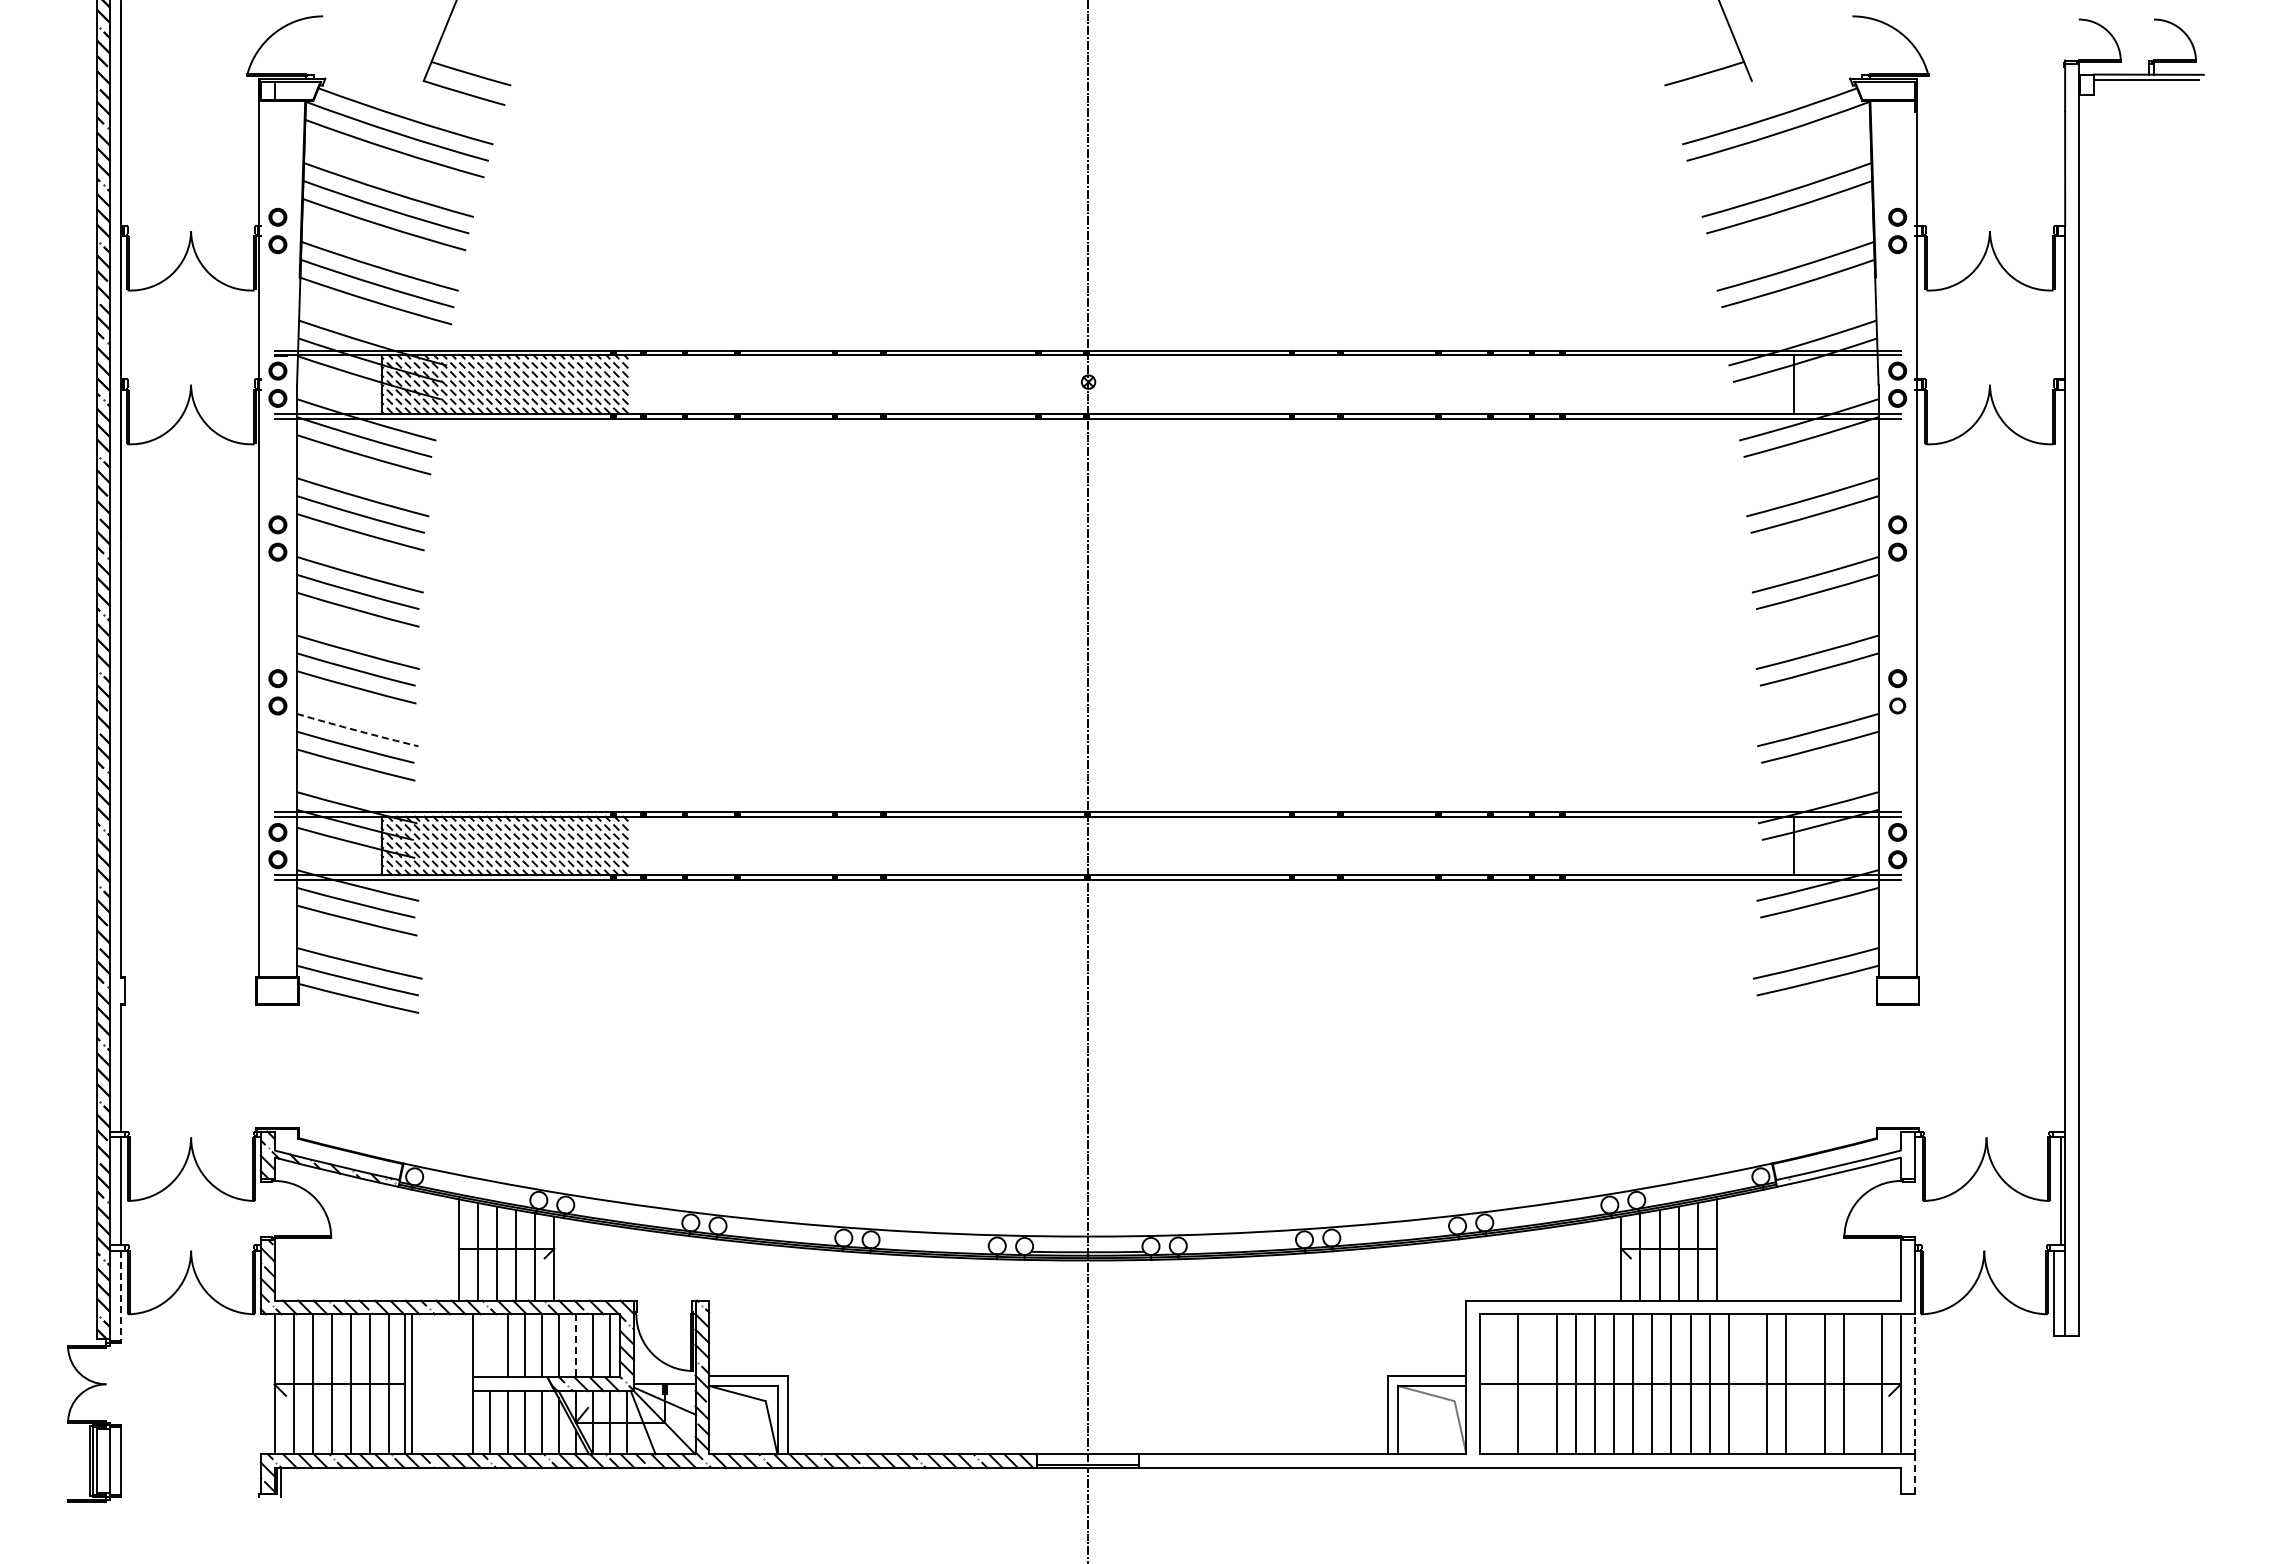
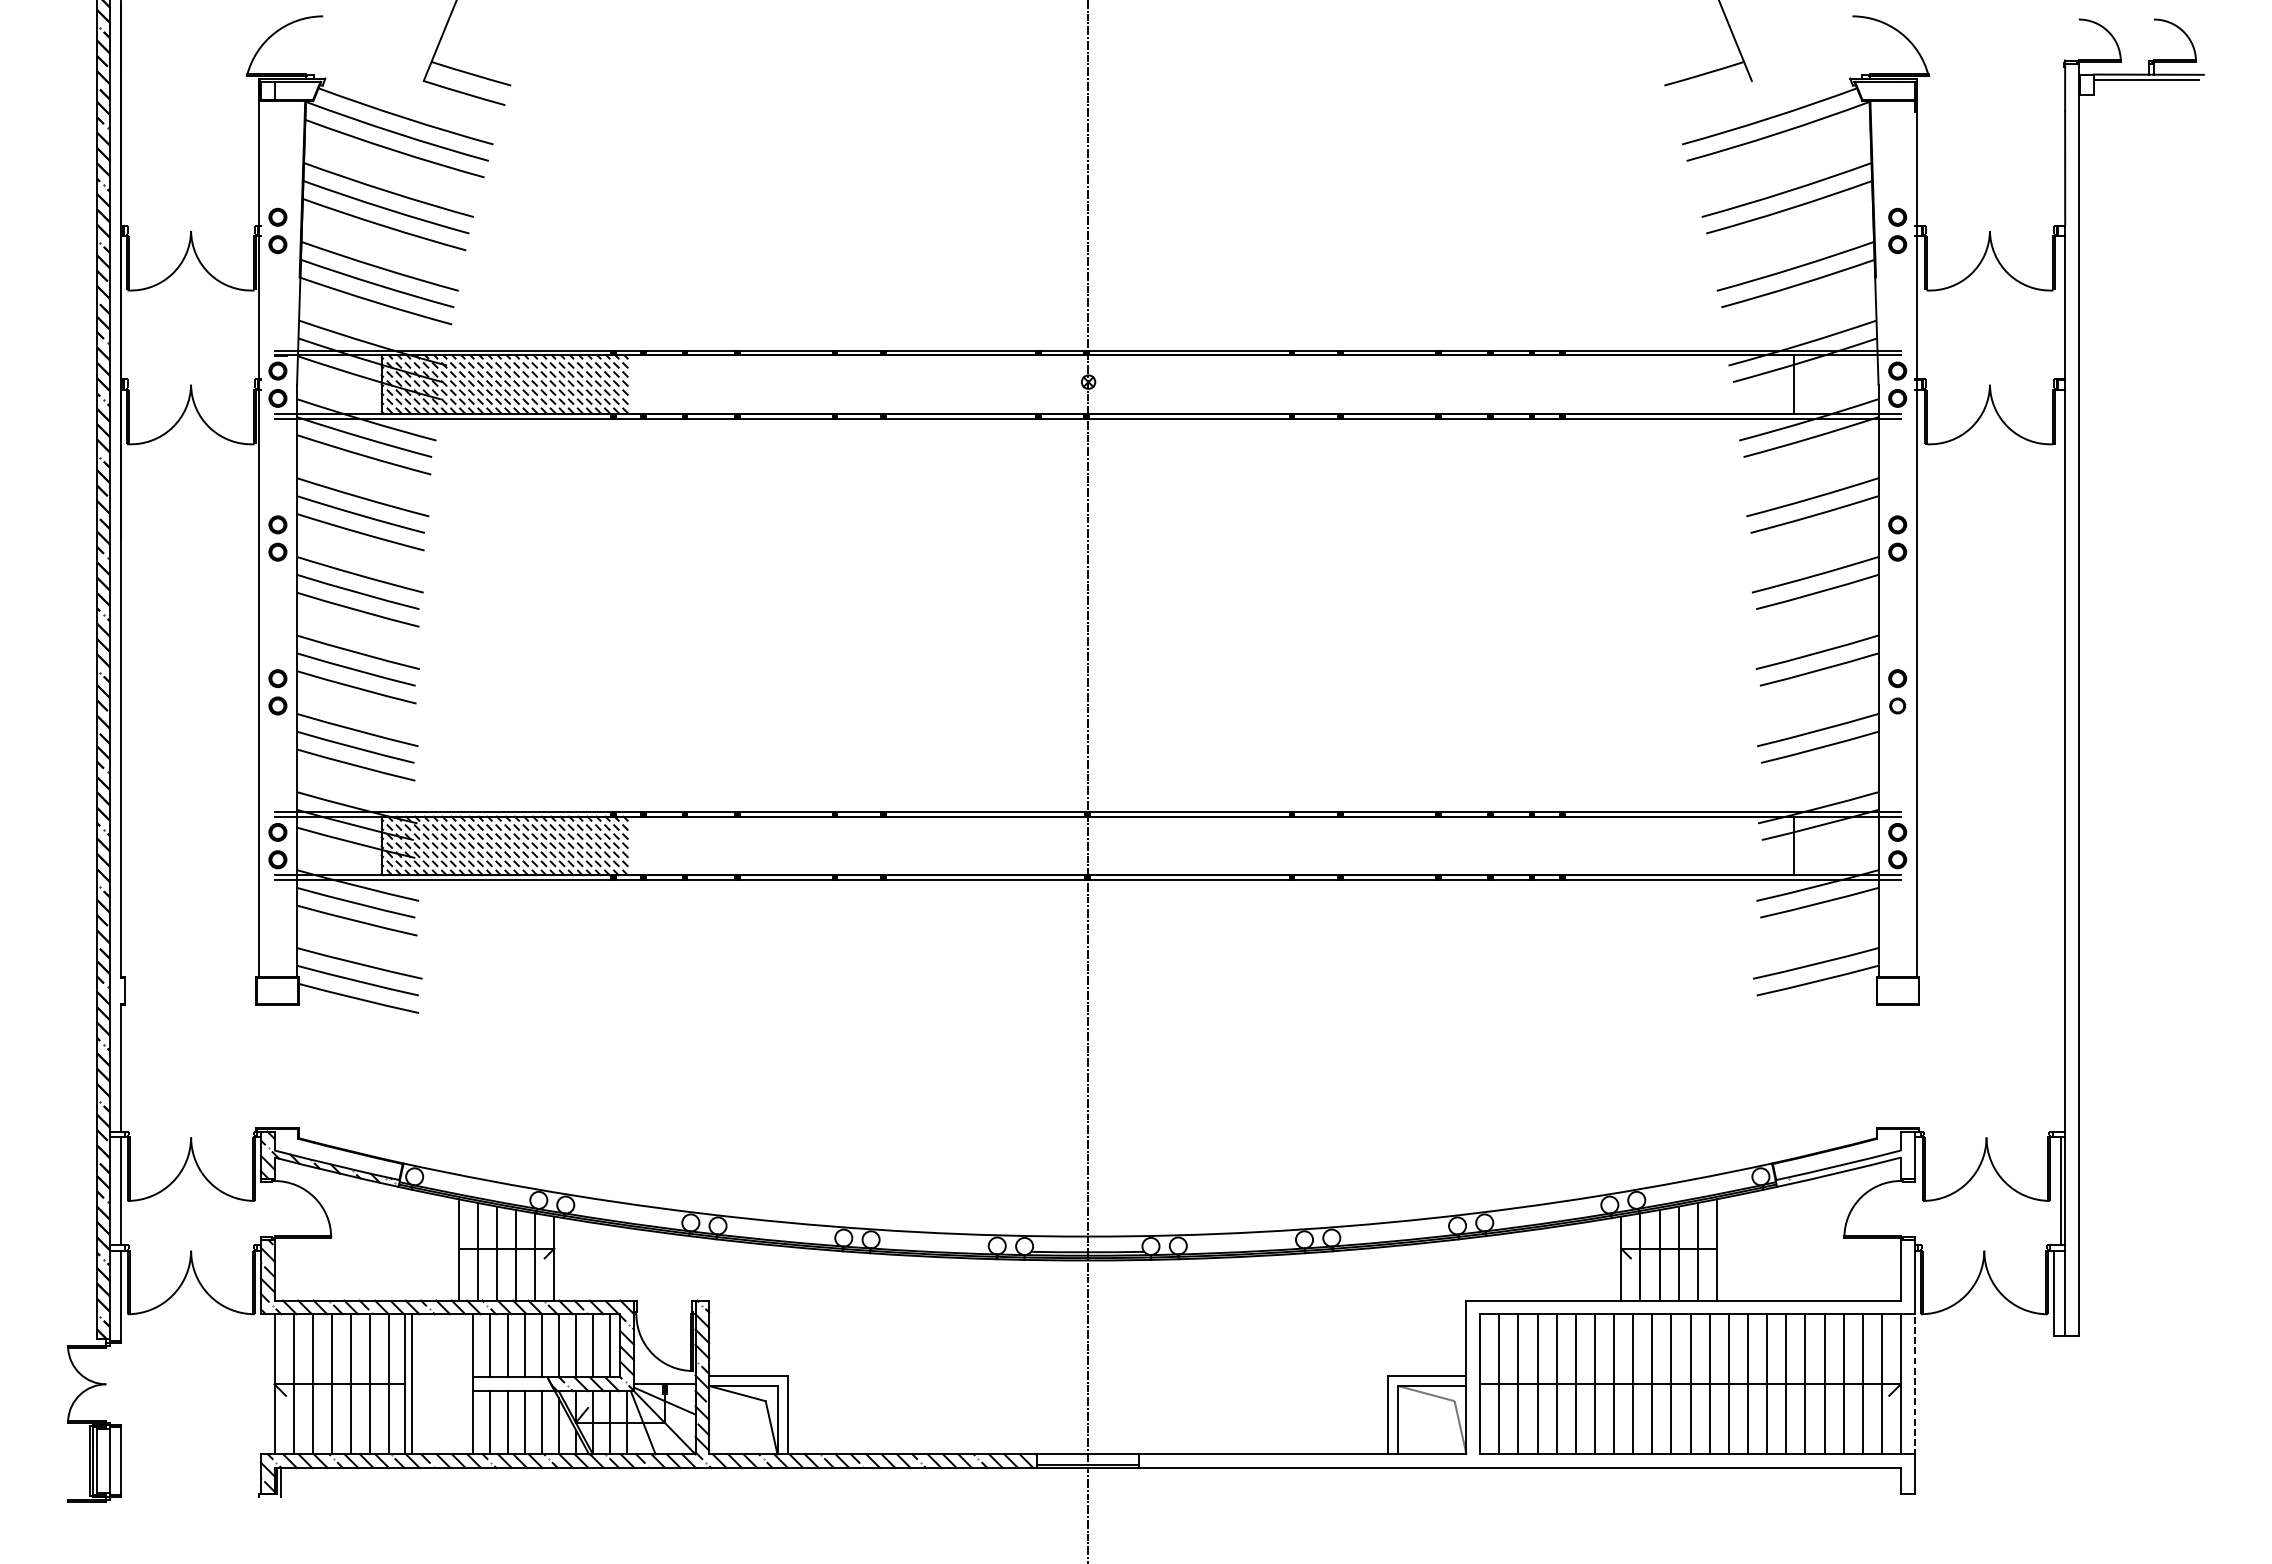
arc at (357, 730): dashed -> solid
line at (121, 1296): dashed -> solid
line at (490, 1345): none -> present
line at (575, 1345): dashed -> solid
line at (1499, 1384): none -> present
line at (1537, 1384): none -> present
line at (1748, 1384): none -> present
line at (1805, 1384): none -> present
line at (1862, 1384): none -> present
line at (1914, 1474): dashed -> solid
